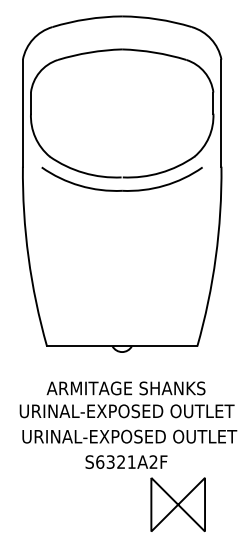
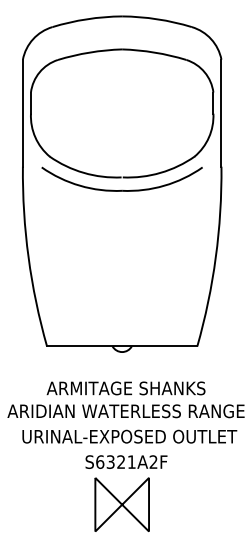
text at (125, 411): URINAL-EXPOSED OUTLET -> ARIDIAN WATERLESS RANGE
part at (177, 504) position: (177, 504) -> (121, 504)
